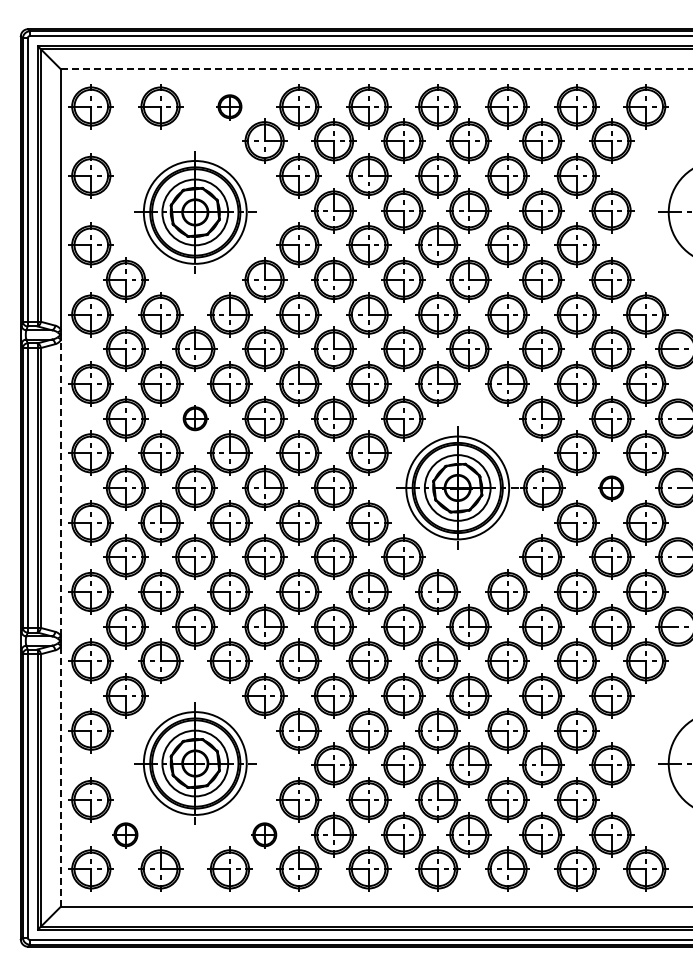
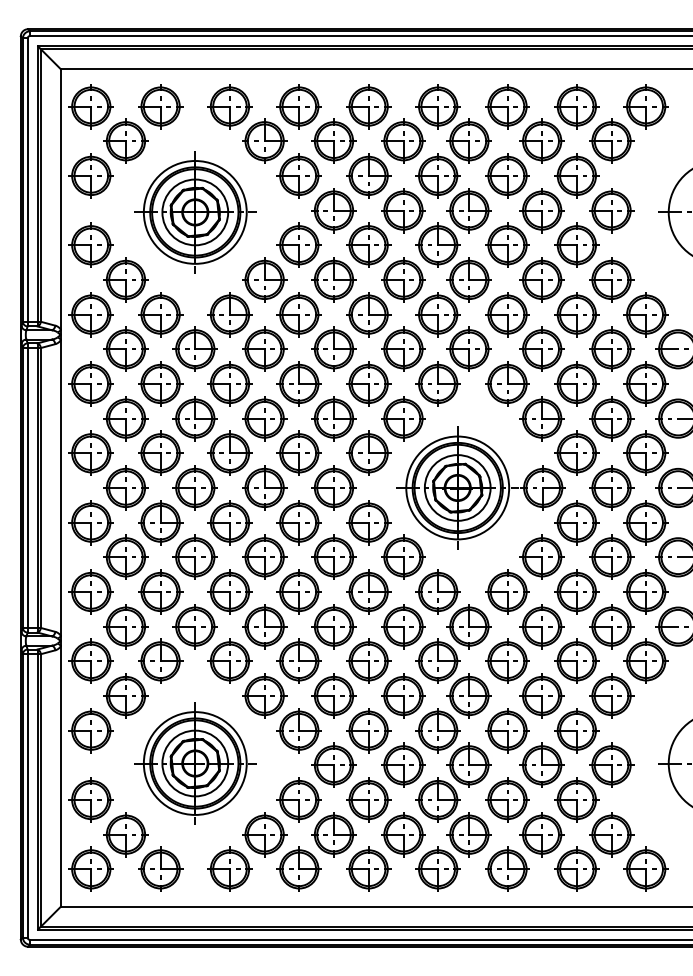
line at (376, 69): dashed -> solid
part at (229, 107) size: 27x27 px -> 46x46 px
part at (125, 140): none -> present
part at (195, 418) size: 27x27 px -> 46x46 px
line at (61, 487): dashed -> solid
part at (611, 488) size: 27x27 px -> 46x46 px
line at (61, 775): dashed -> solid
part at (125, 835) size: 27x27 px -> 46x46 px
part at (264, 835) size: 27x27 px -> 46x46 px
